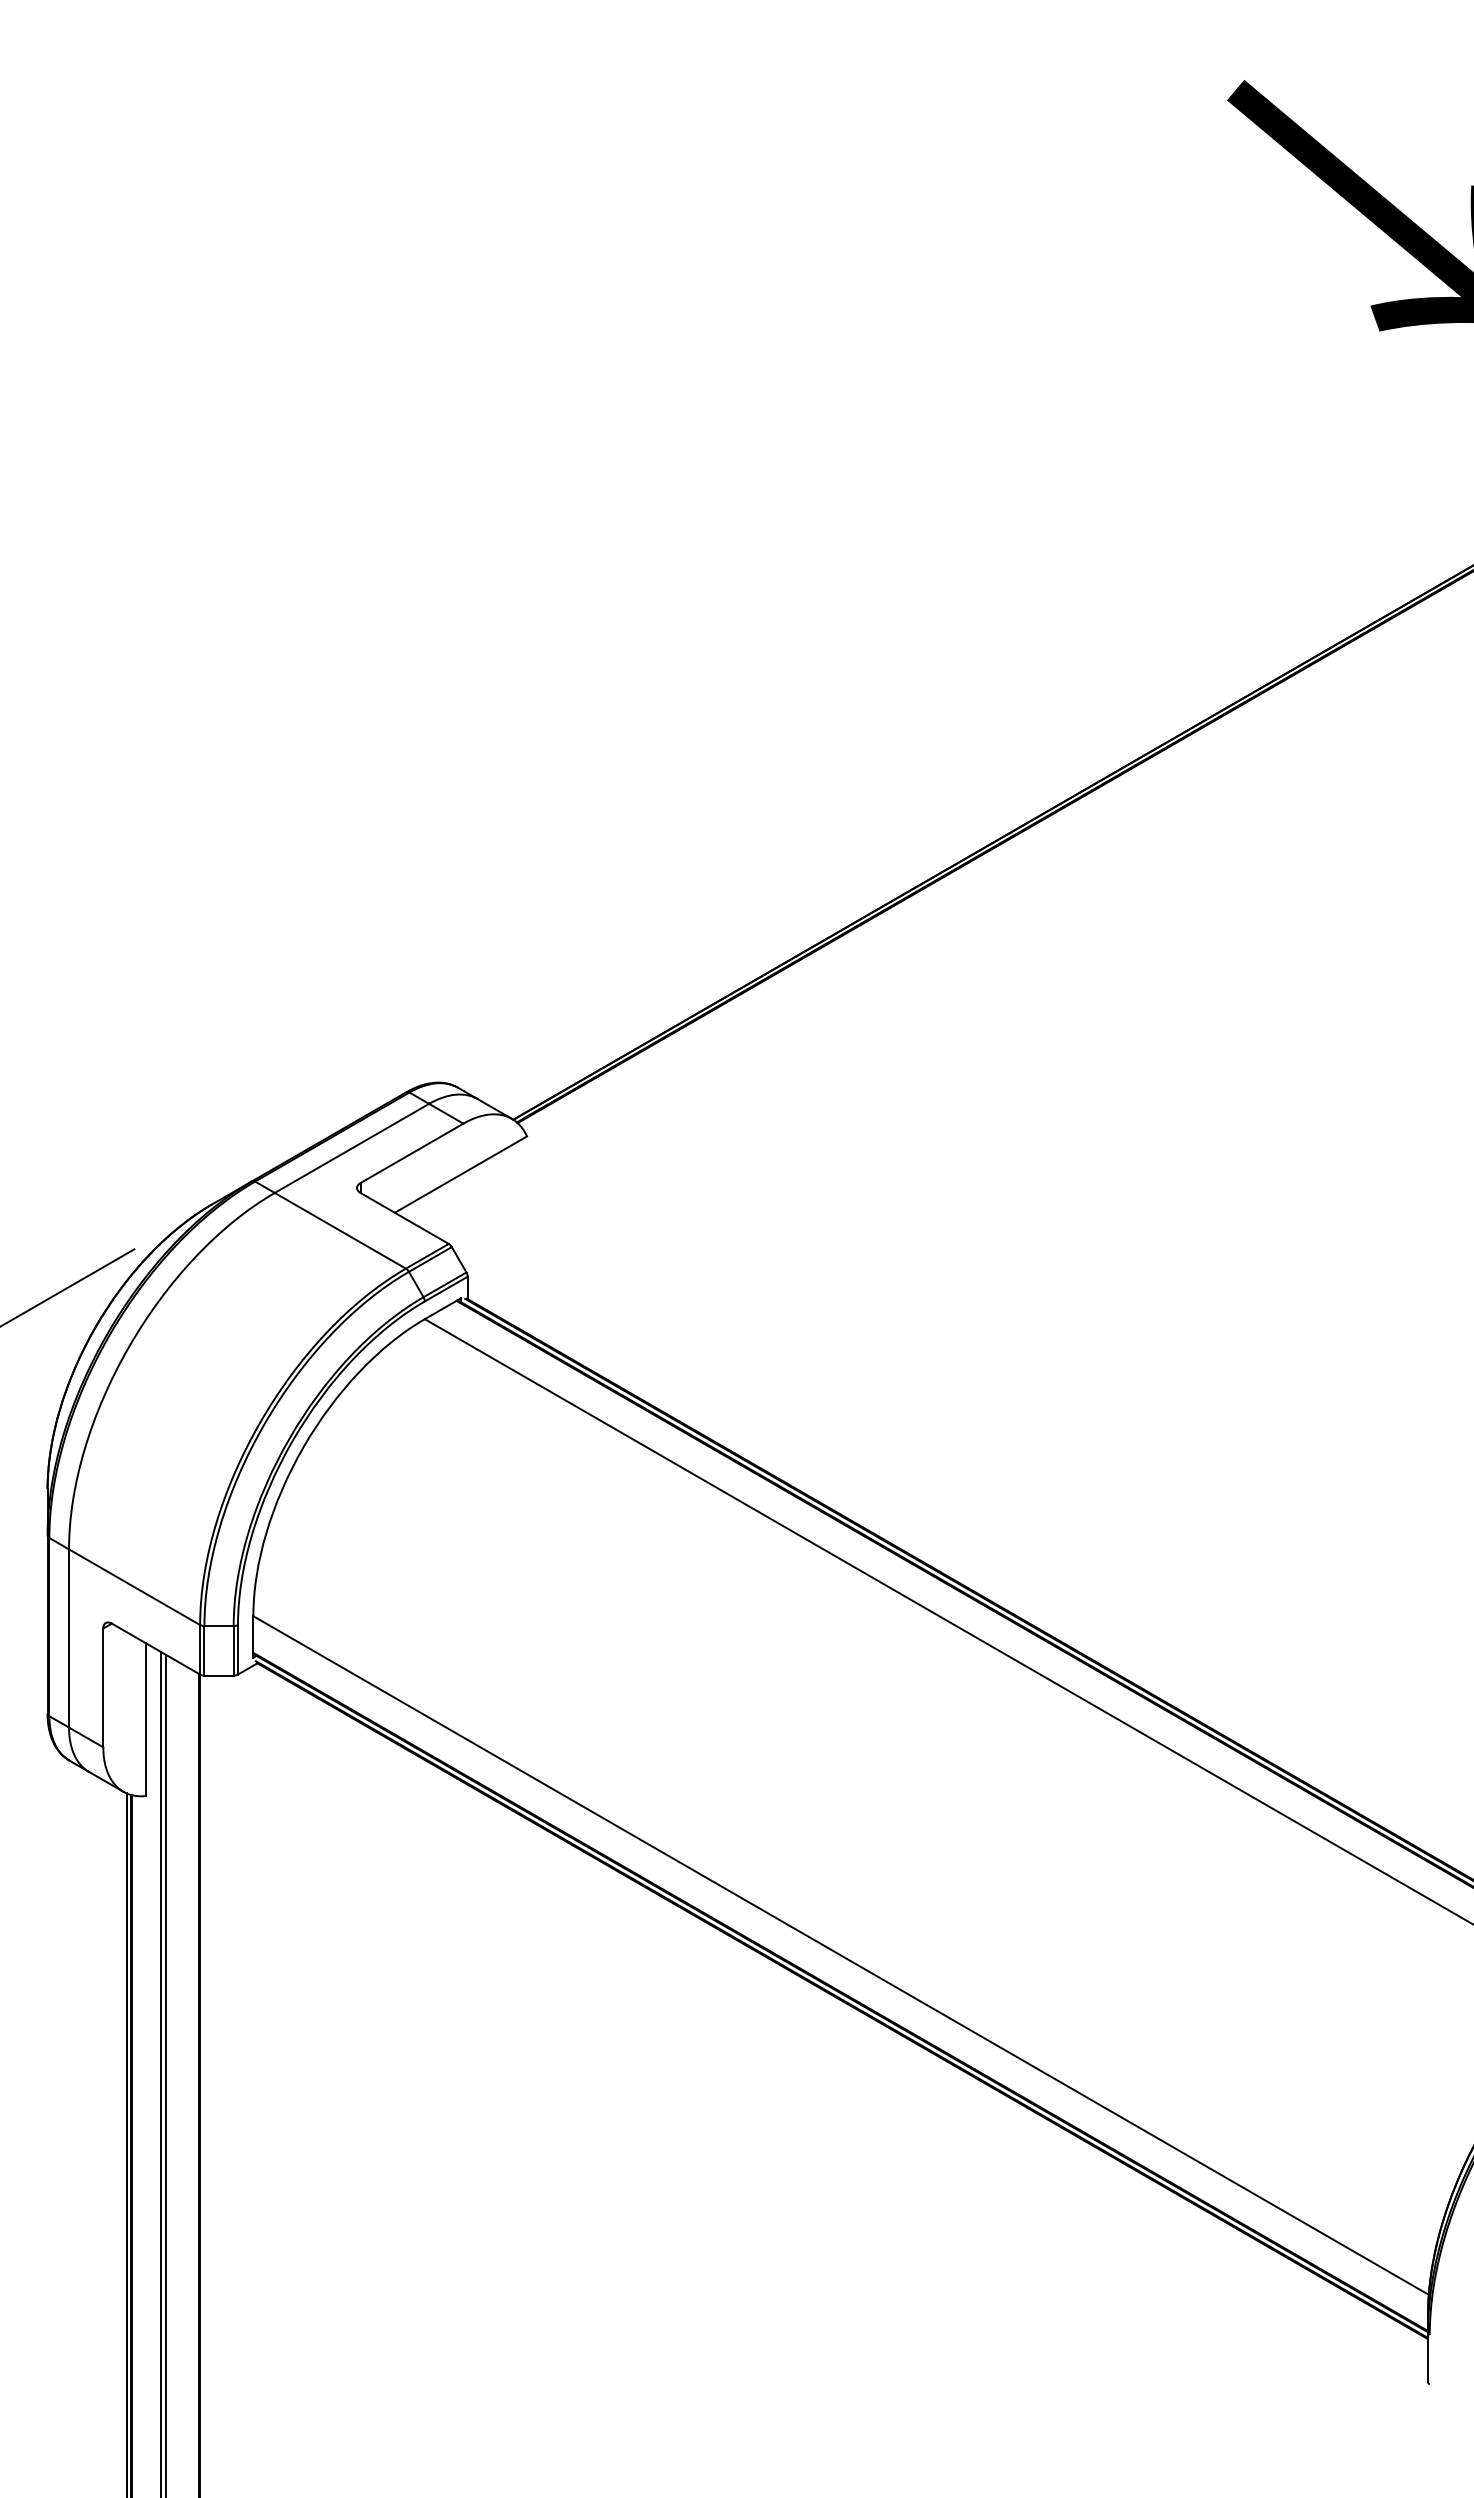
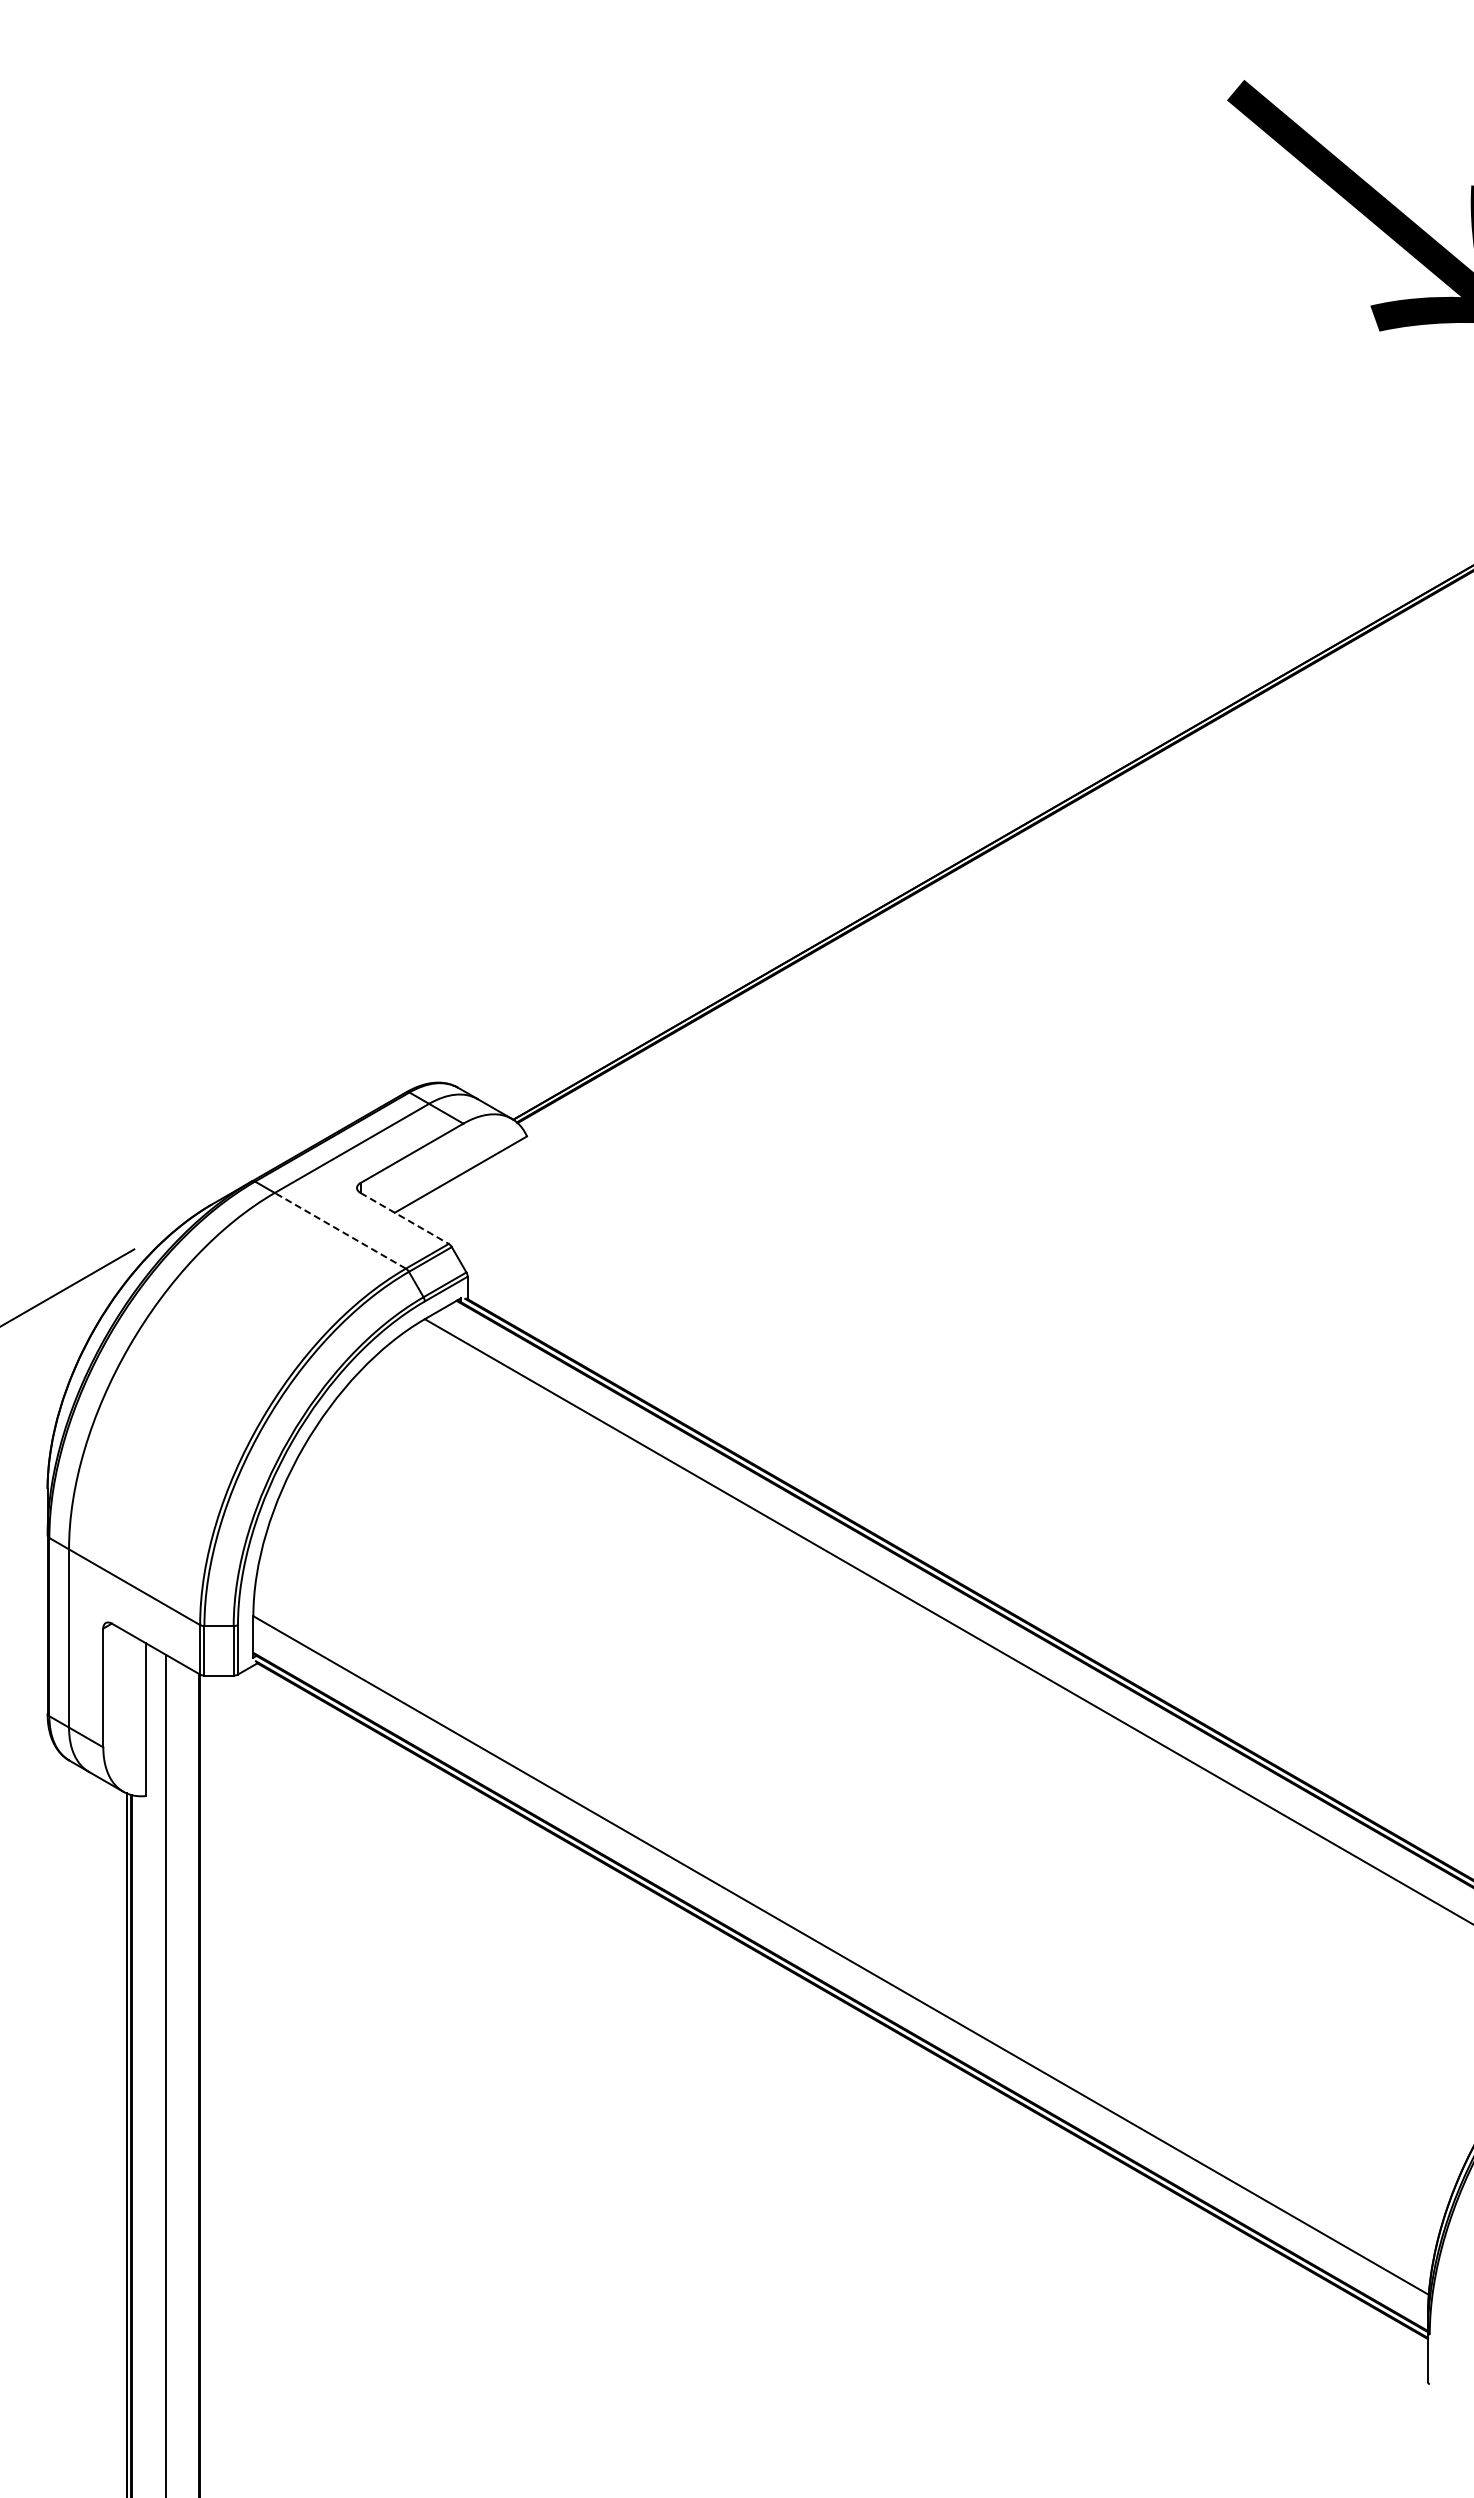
line at (404, 1218): solid -> dashed
line at (340, 1230): solid -> dashed
line at (160, 2072): present -> none
